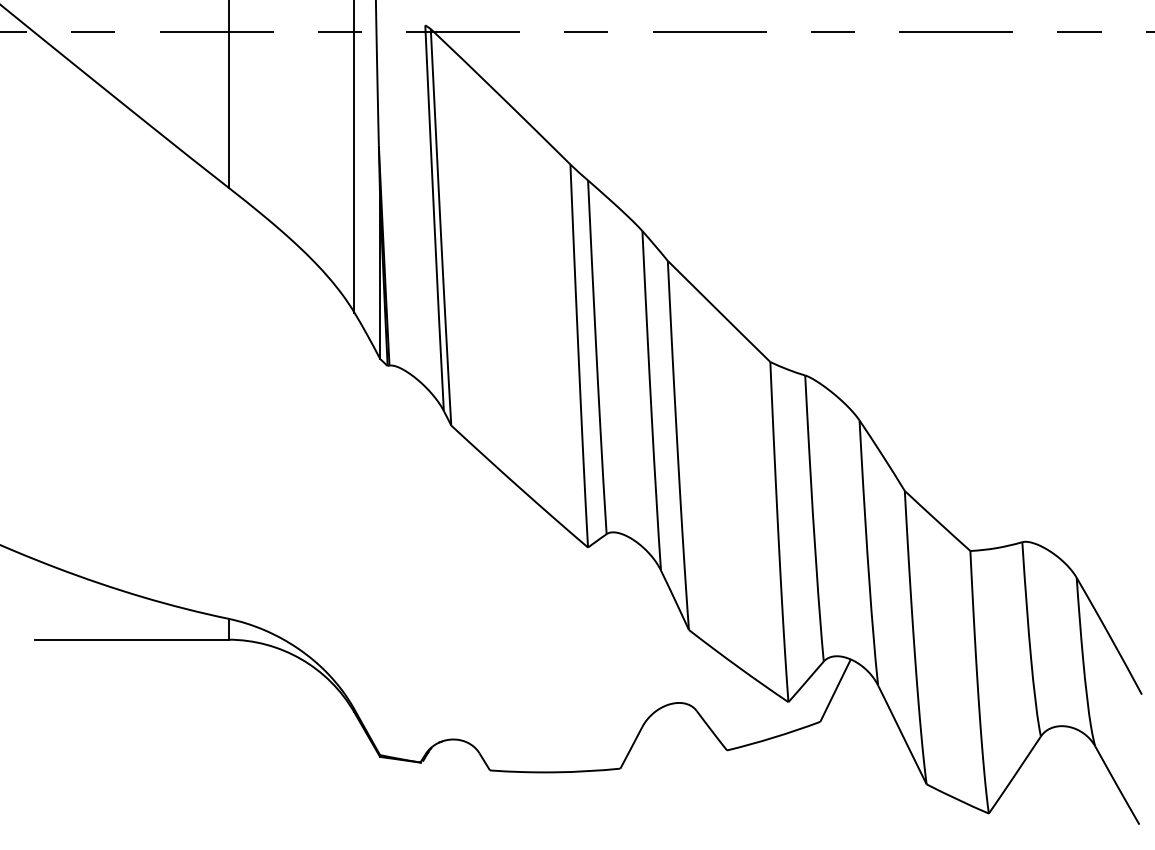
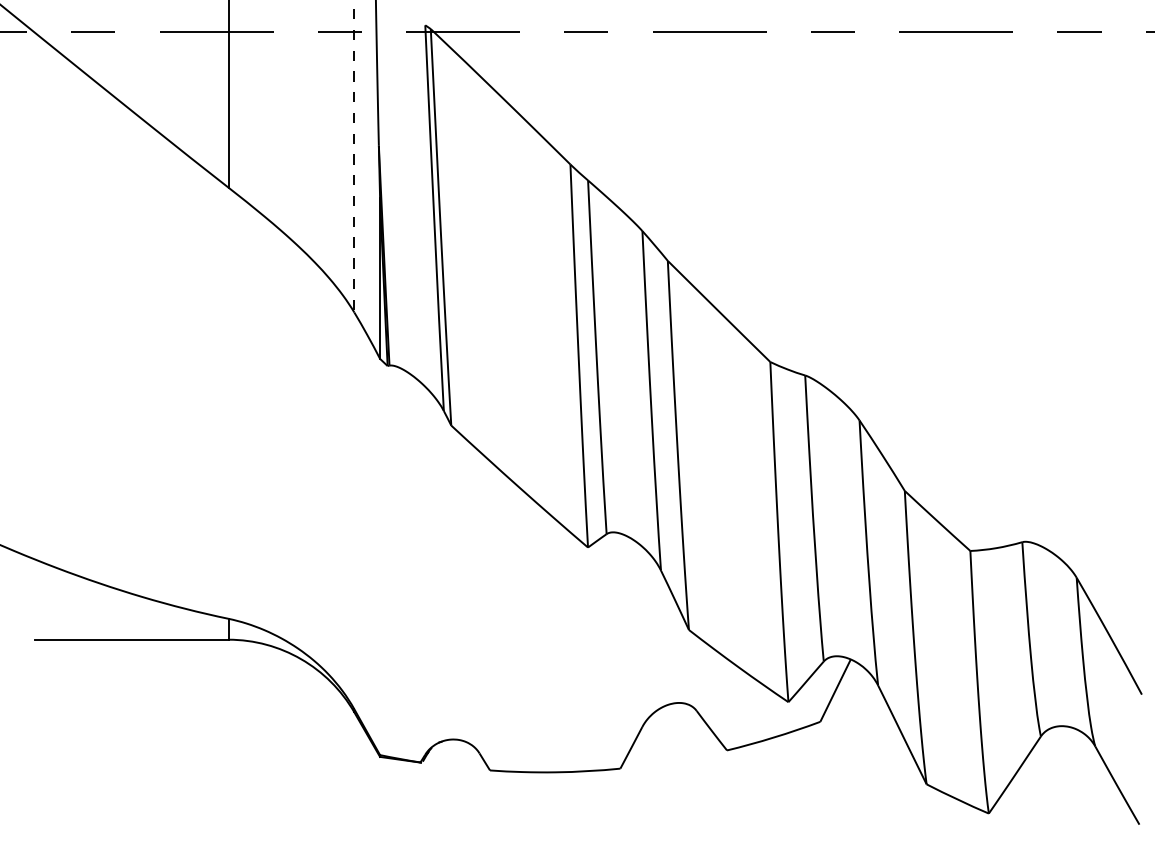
line at (354, 156): solid -> dashed
